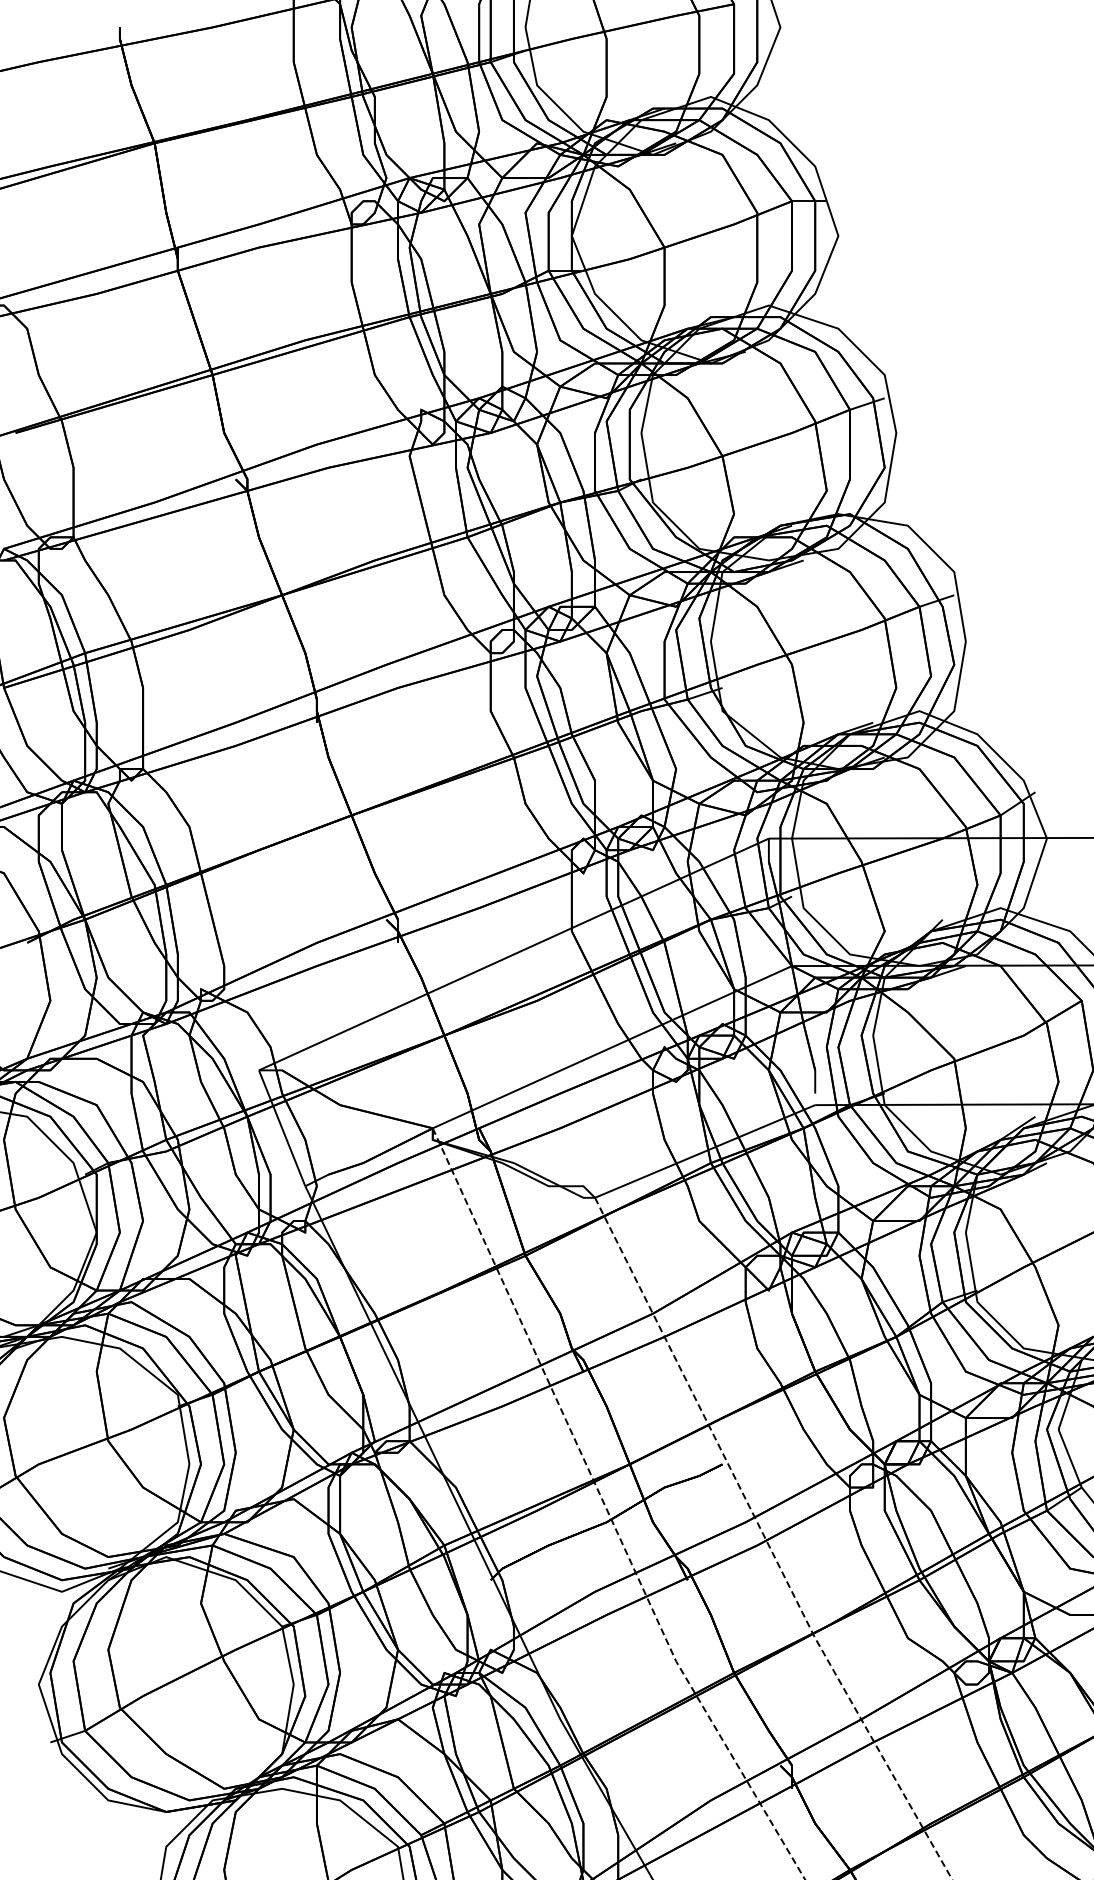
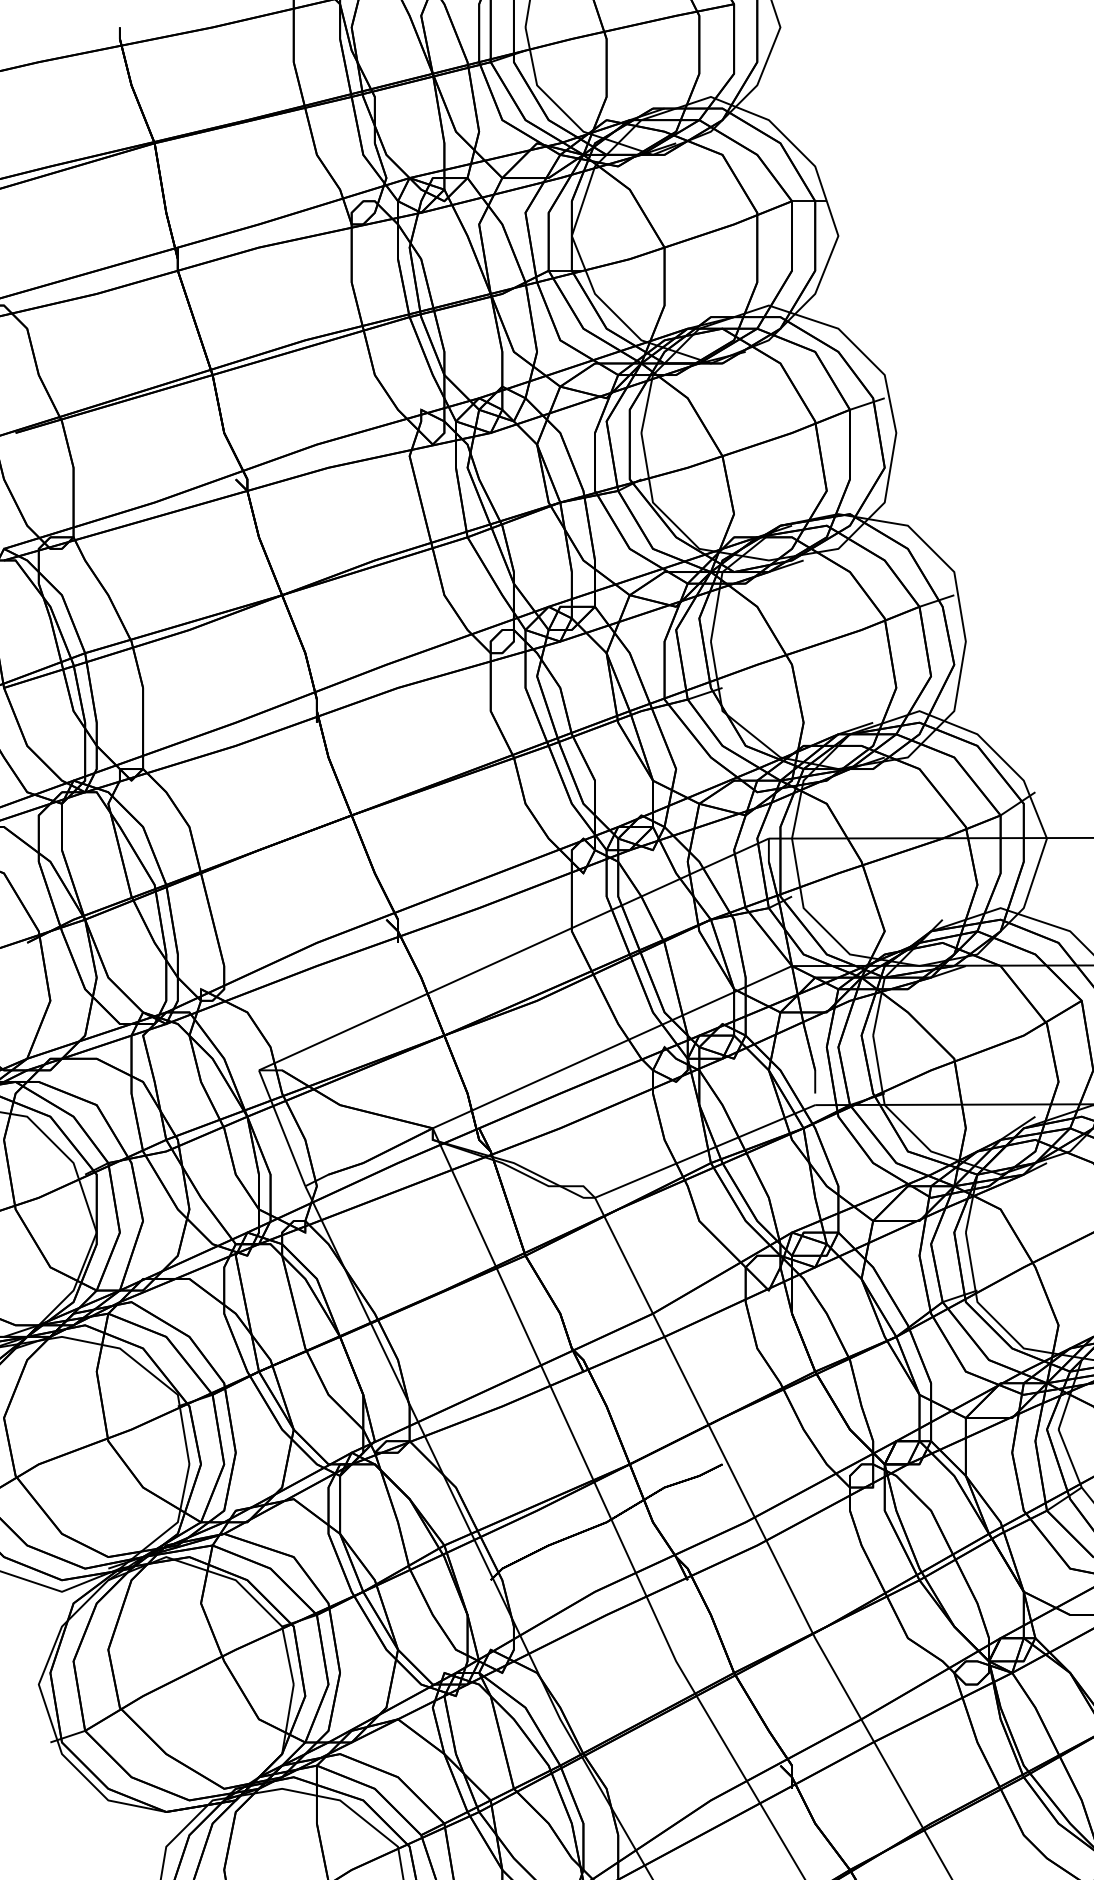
line at (607, 1511): dashed -> solid
line at (767, 1542): dashed -> solid
